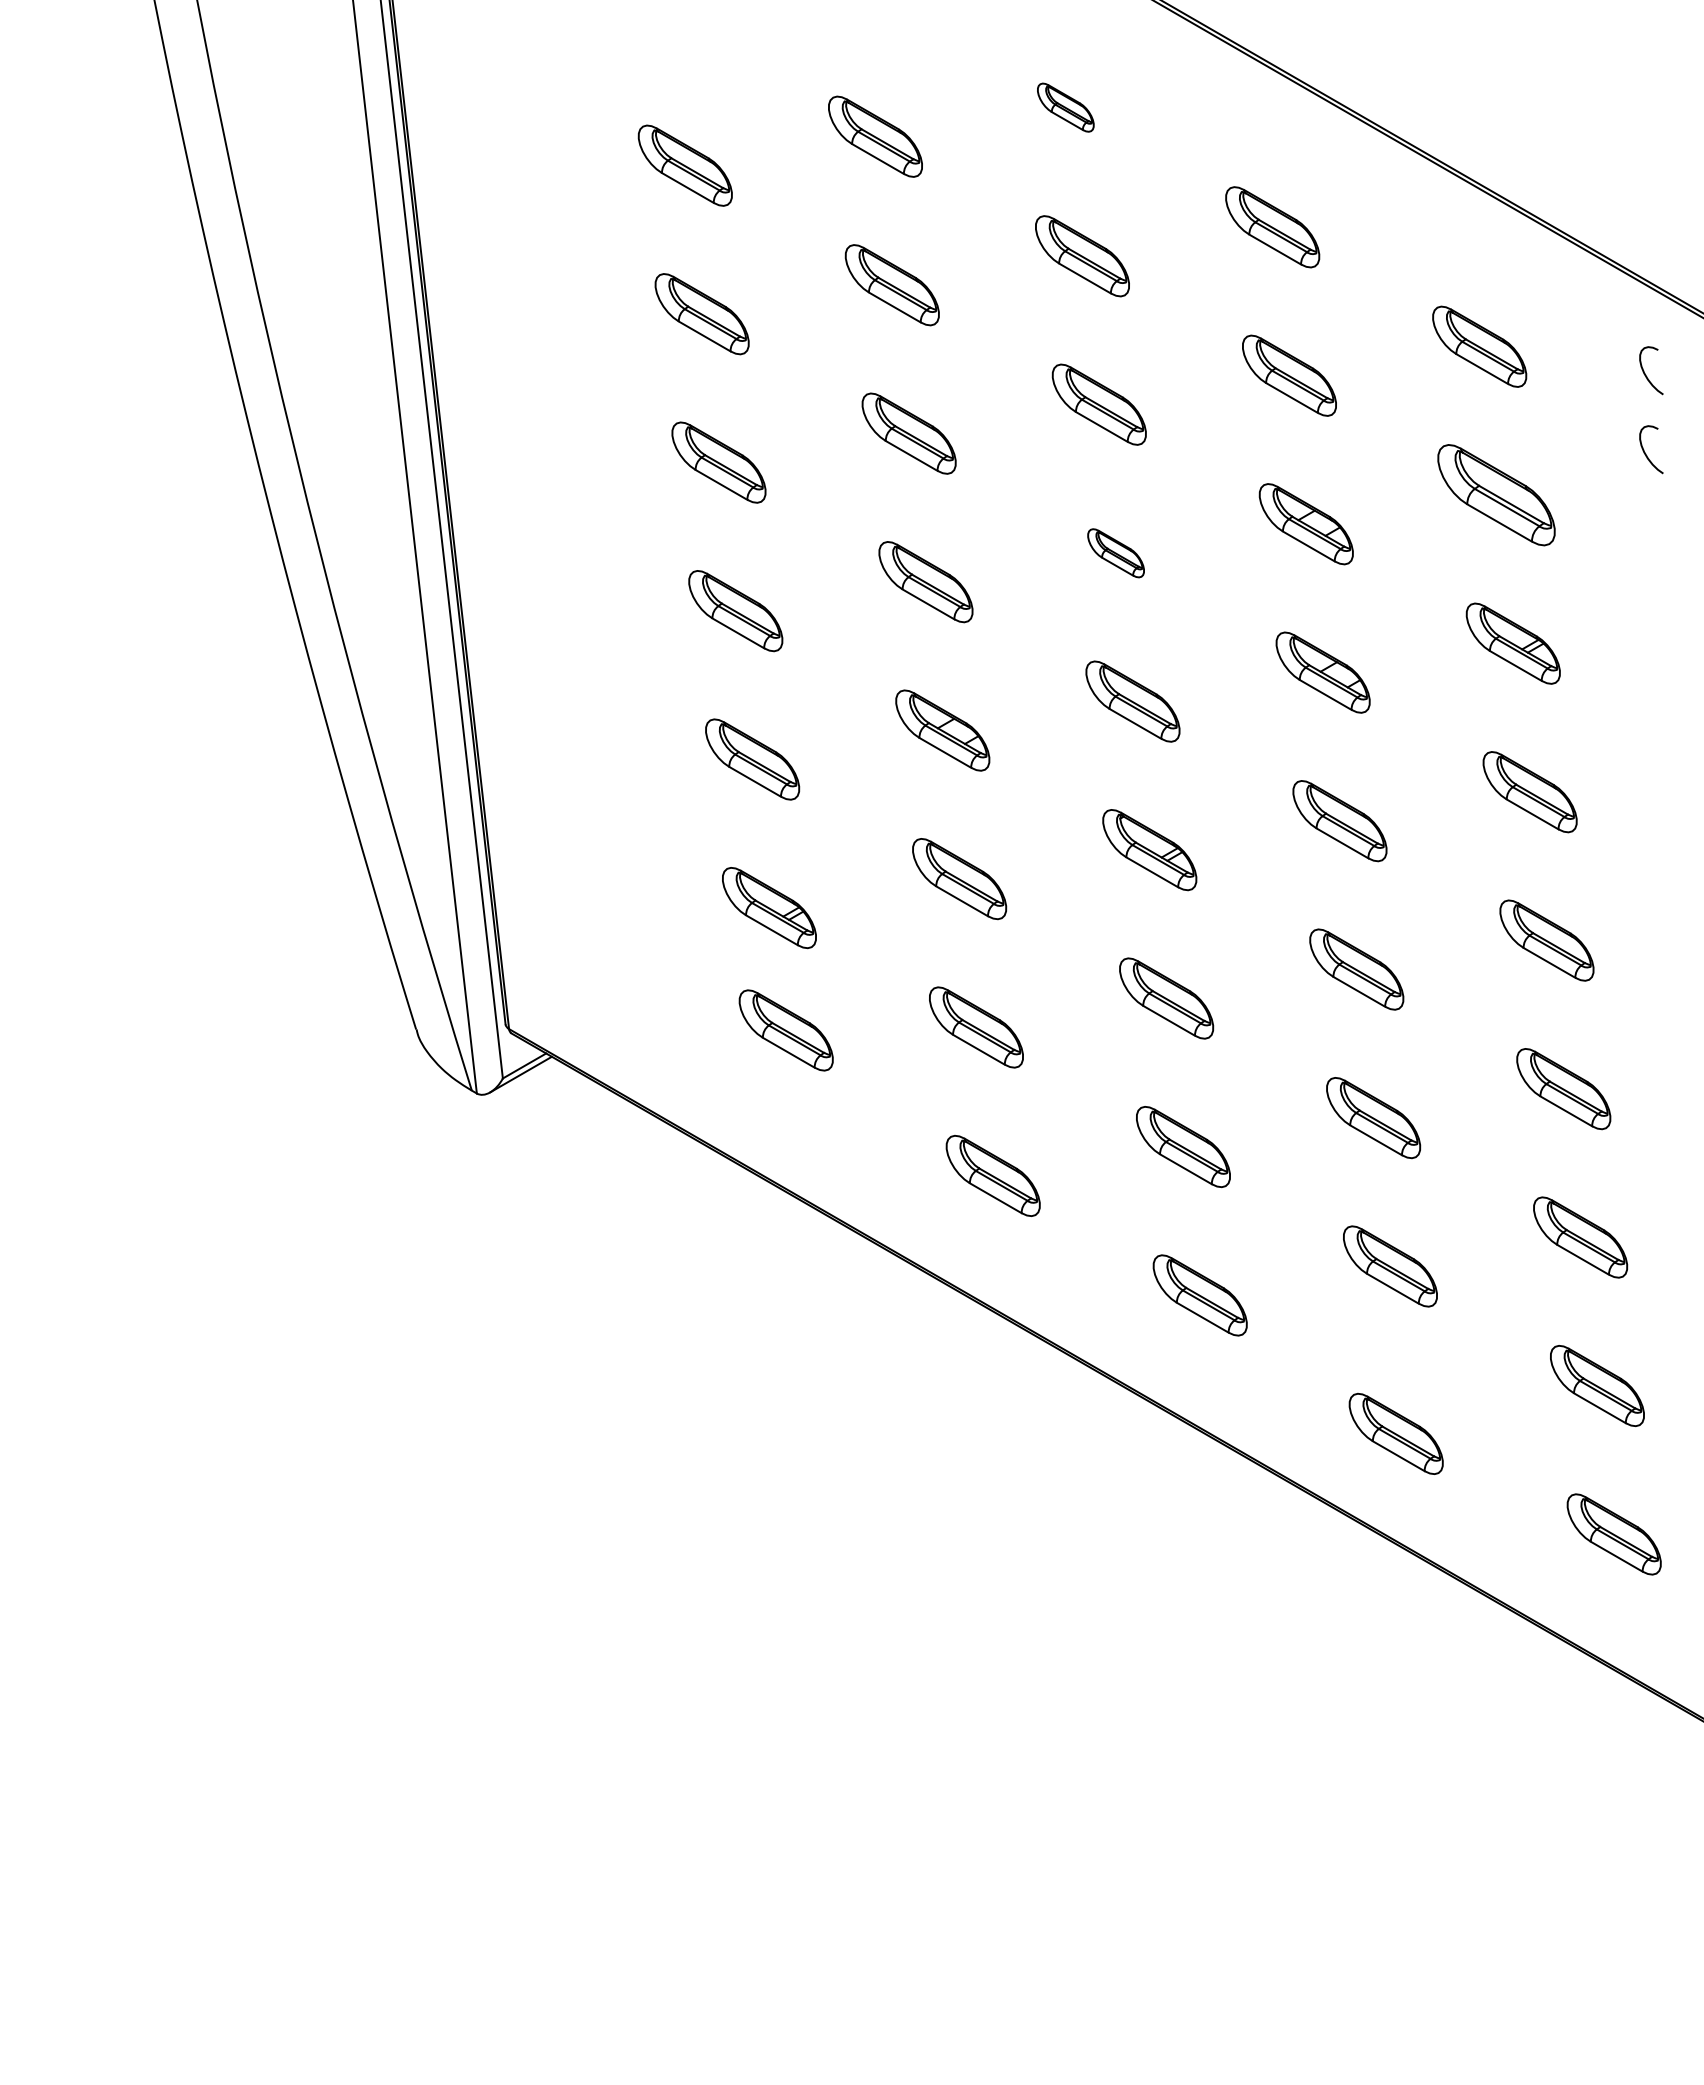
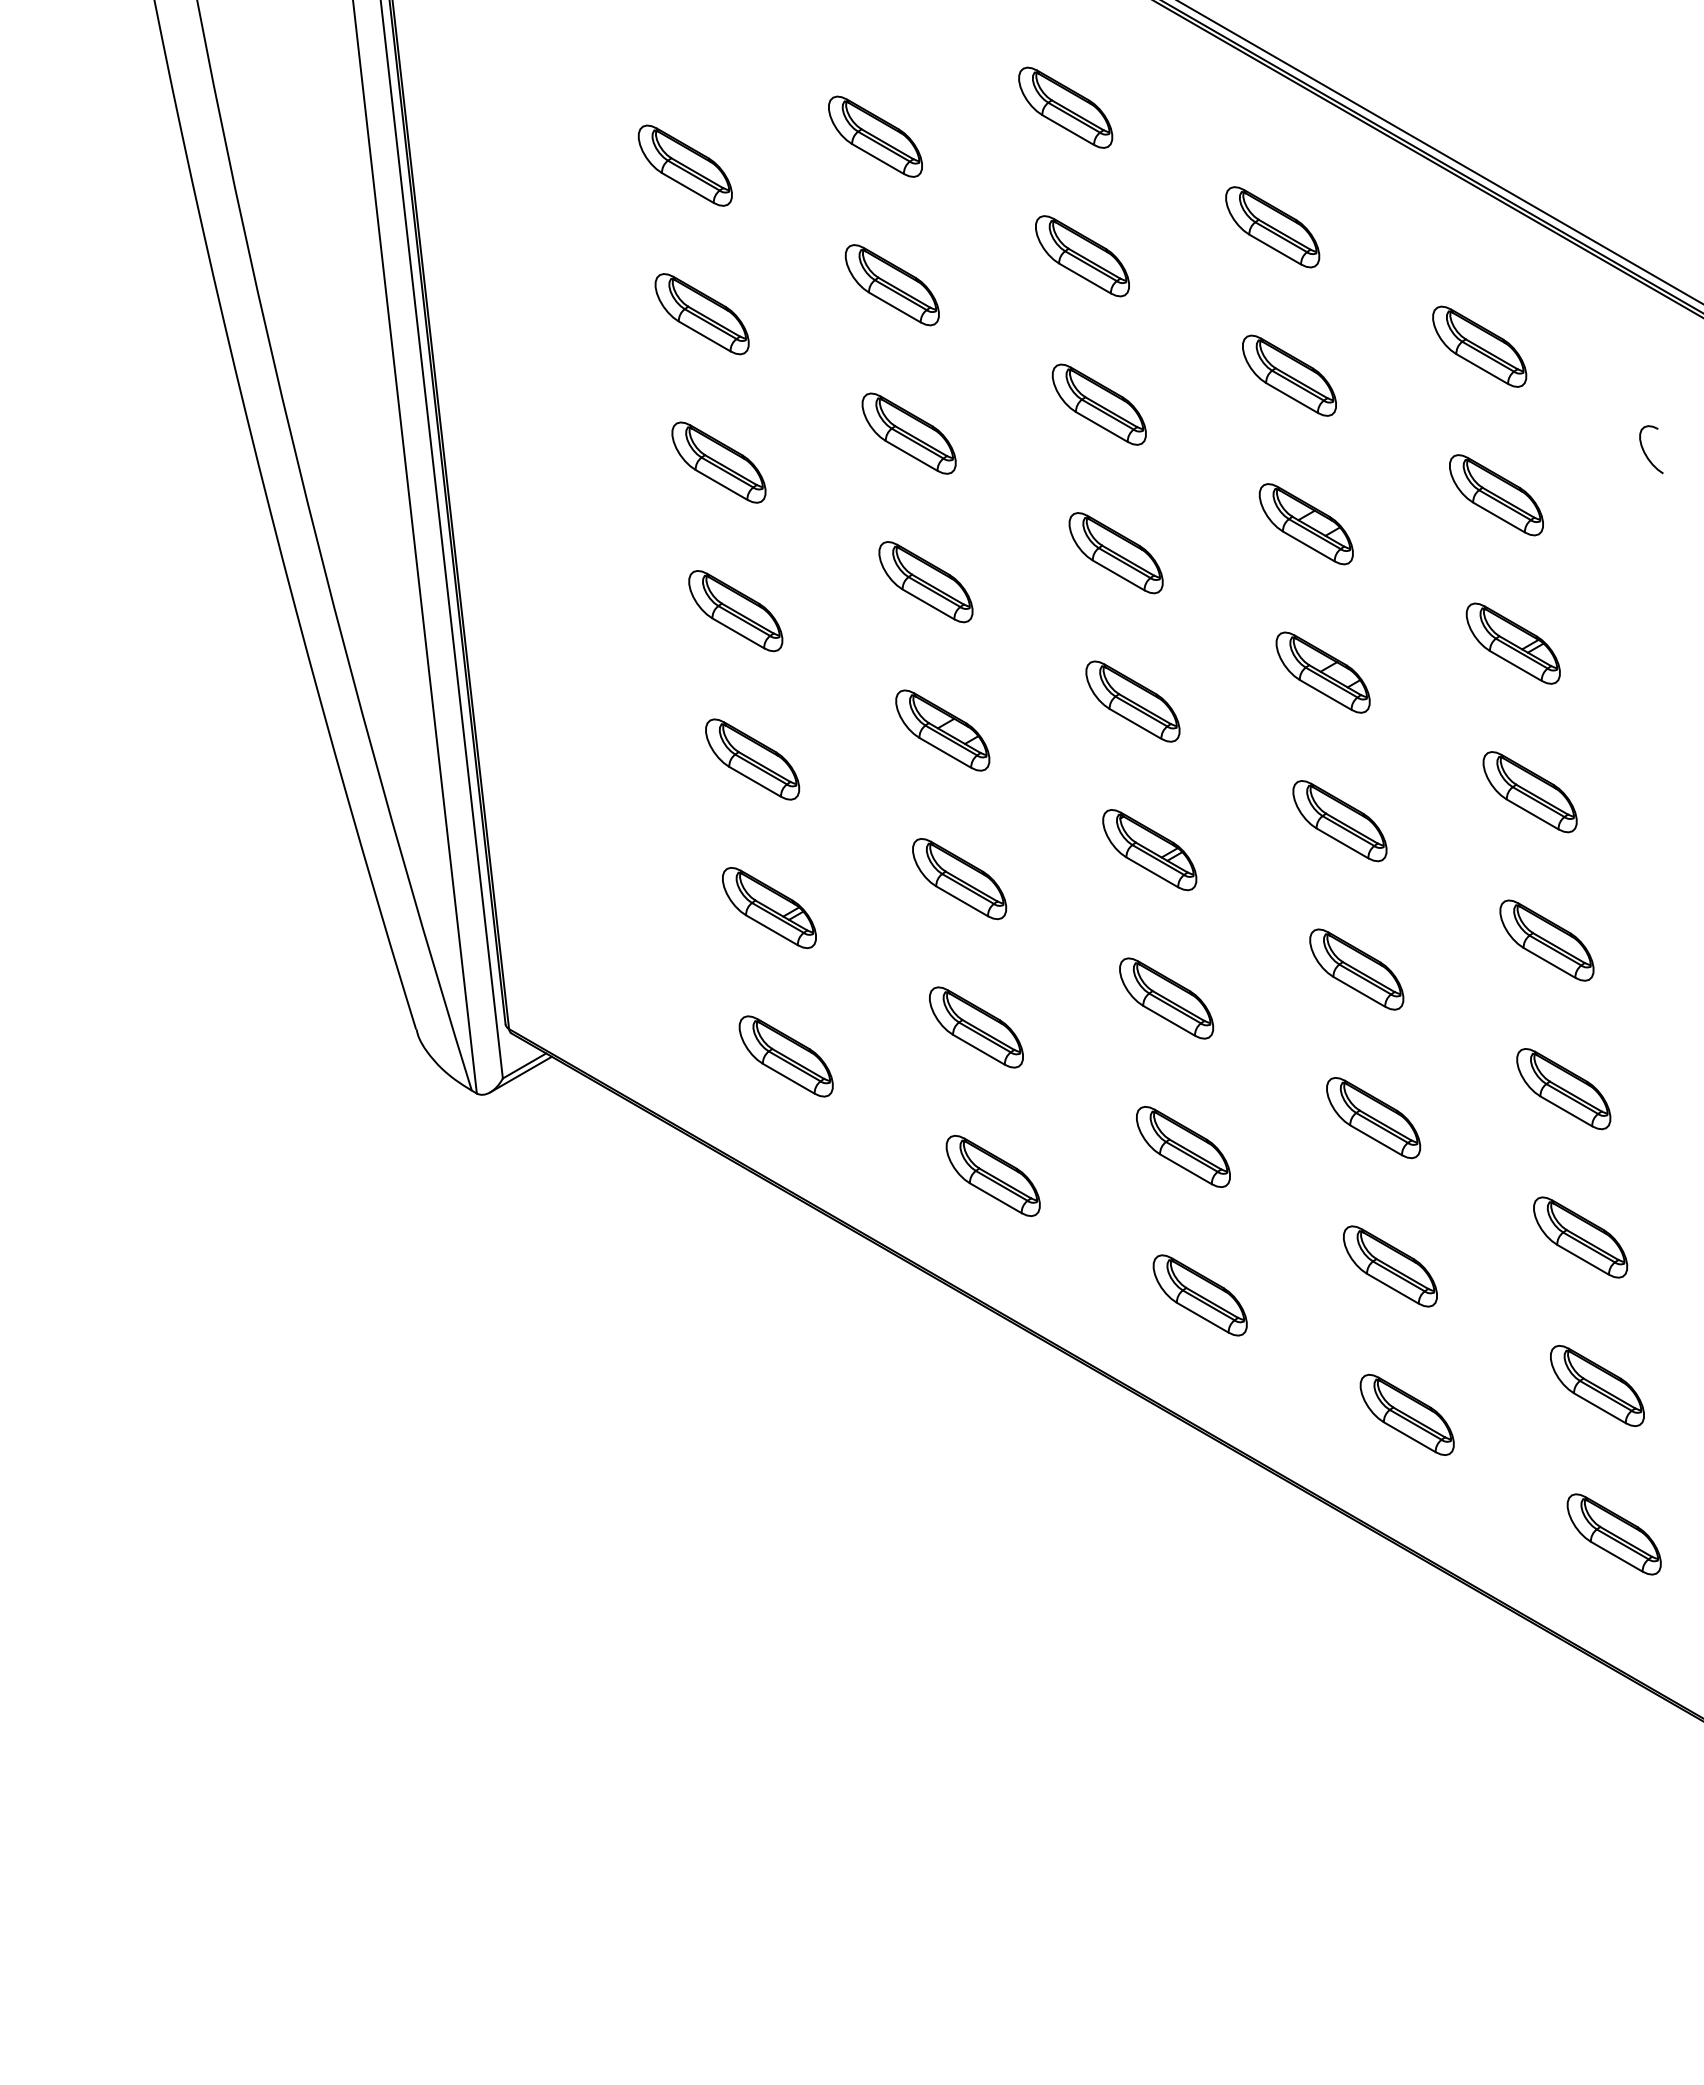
part at (1065, 107) size: 58x51 px -> 96x83 px
line at (1440, 152): none -> present
curve at (1645, 373): present -> none
part at (1496, 495) size: 119x103 px -> 95x83 px
part at (1115, 553) size: 58x51 px -> 96x83 px
part at (785, 1030) position: (785, 1030) -> (785, 1056)
part at (1395, 1433) position: (1395, 1433) -> (1406, 1414)
